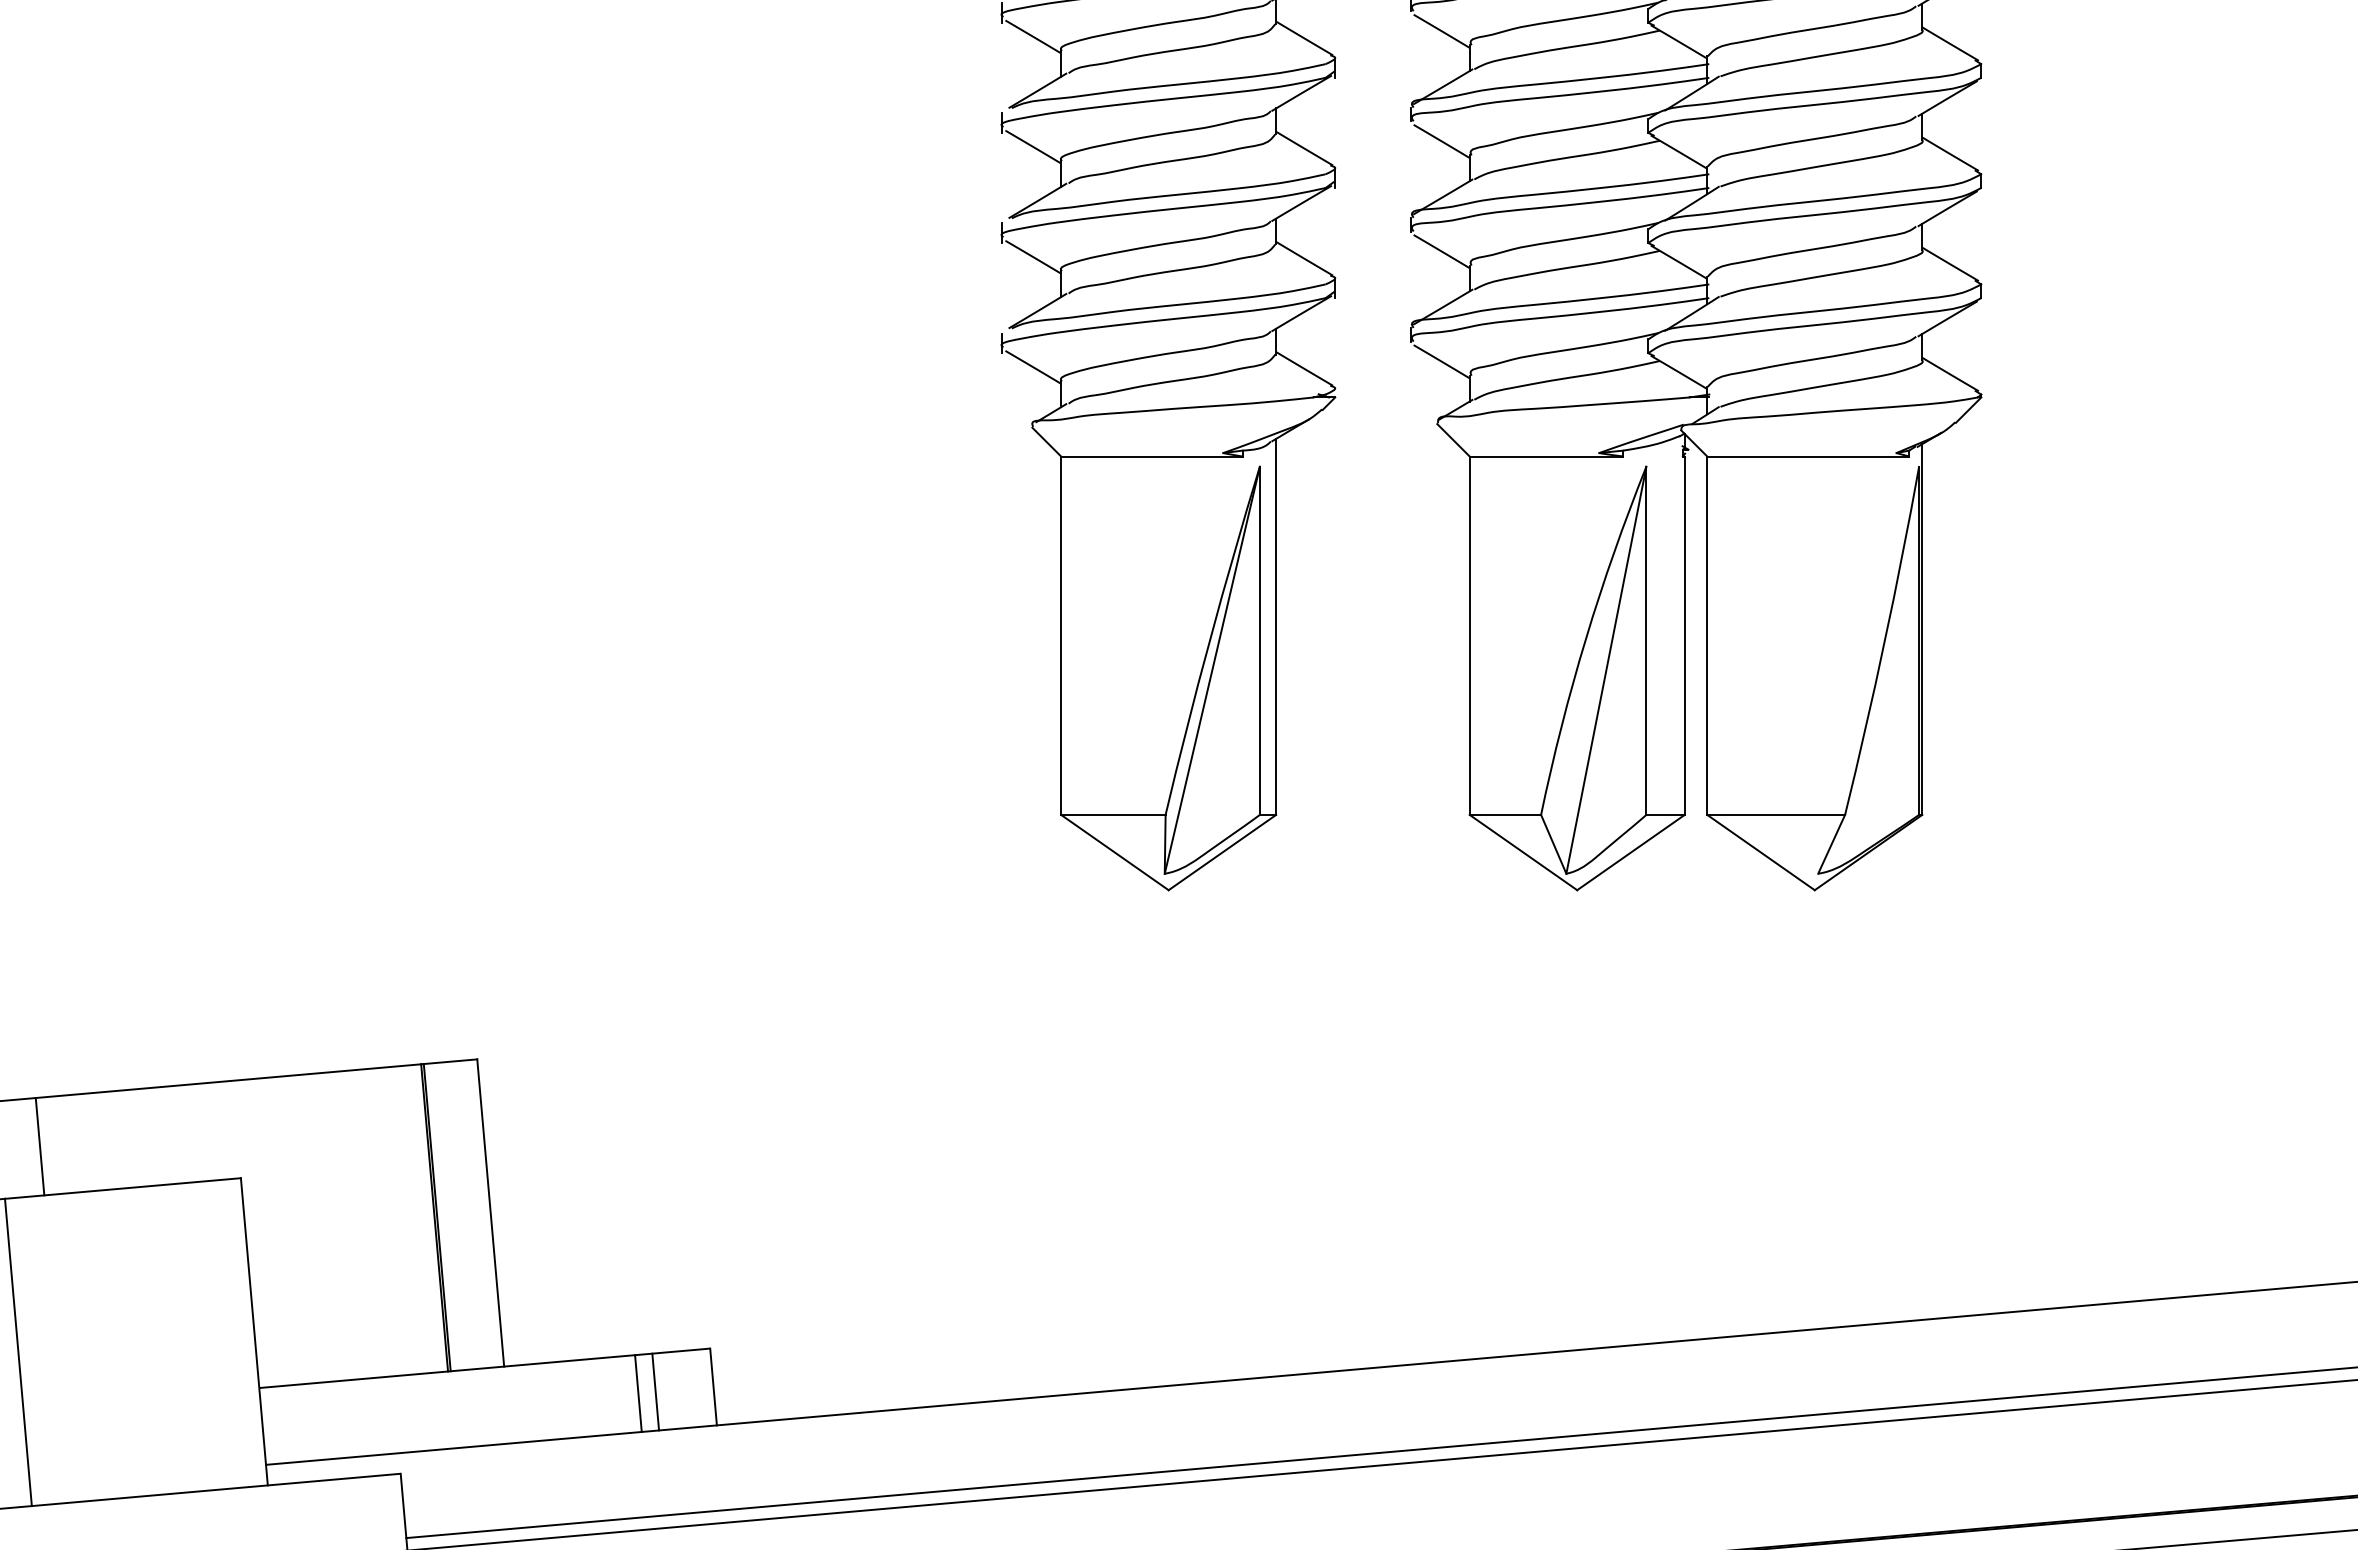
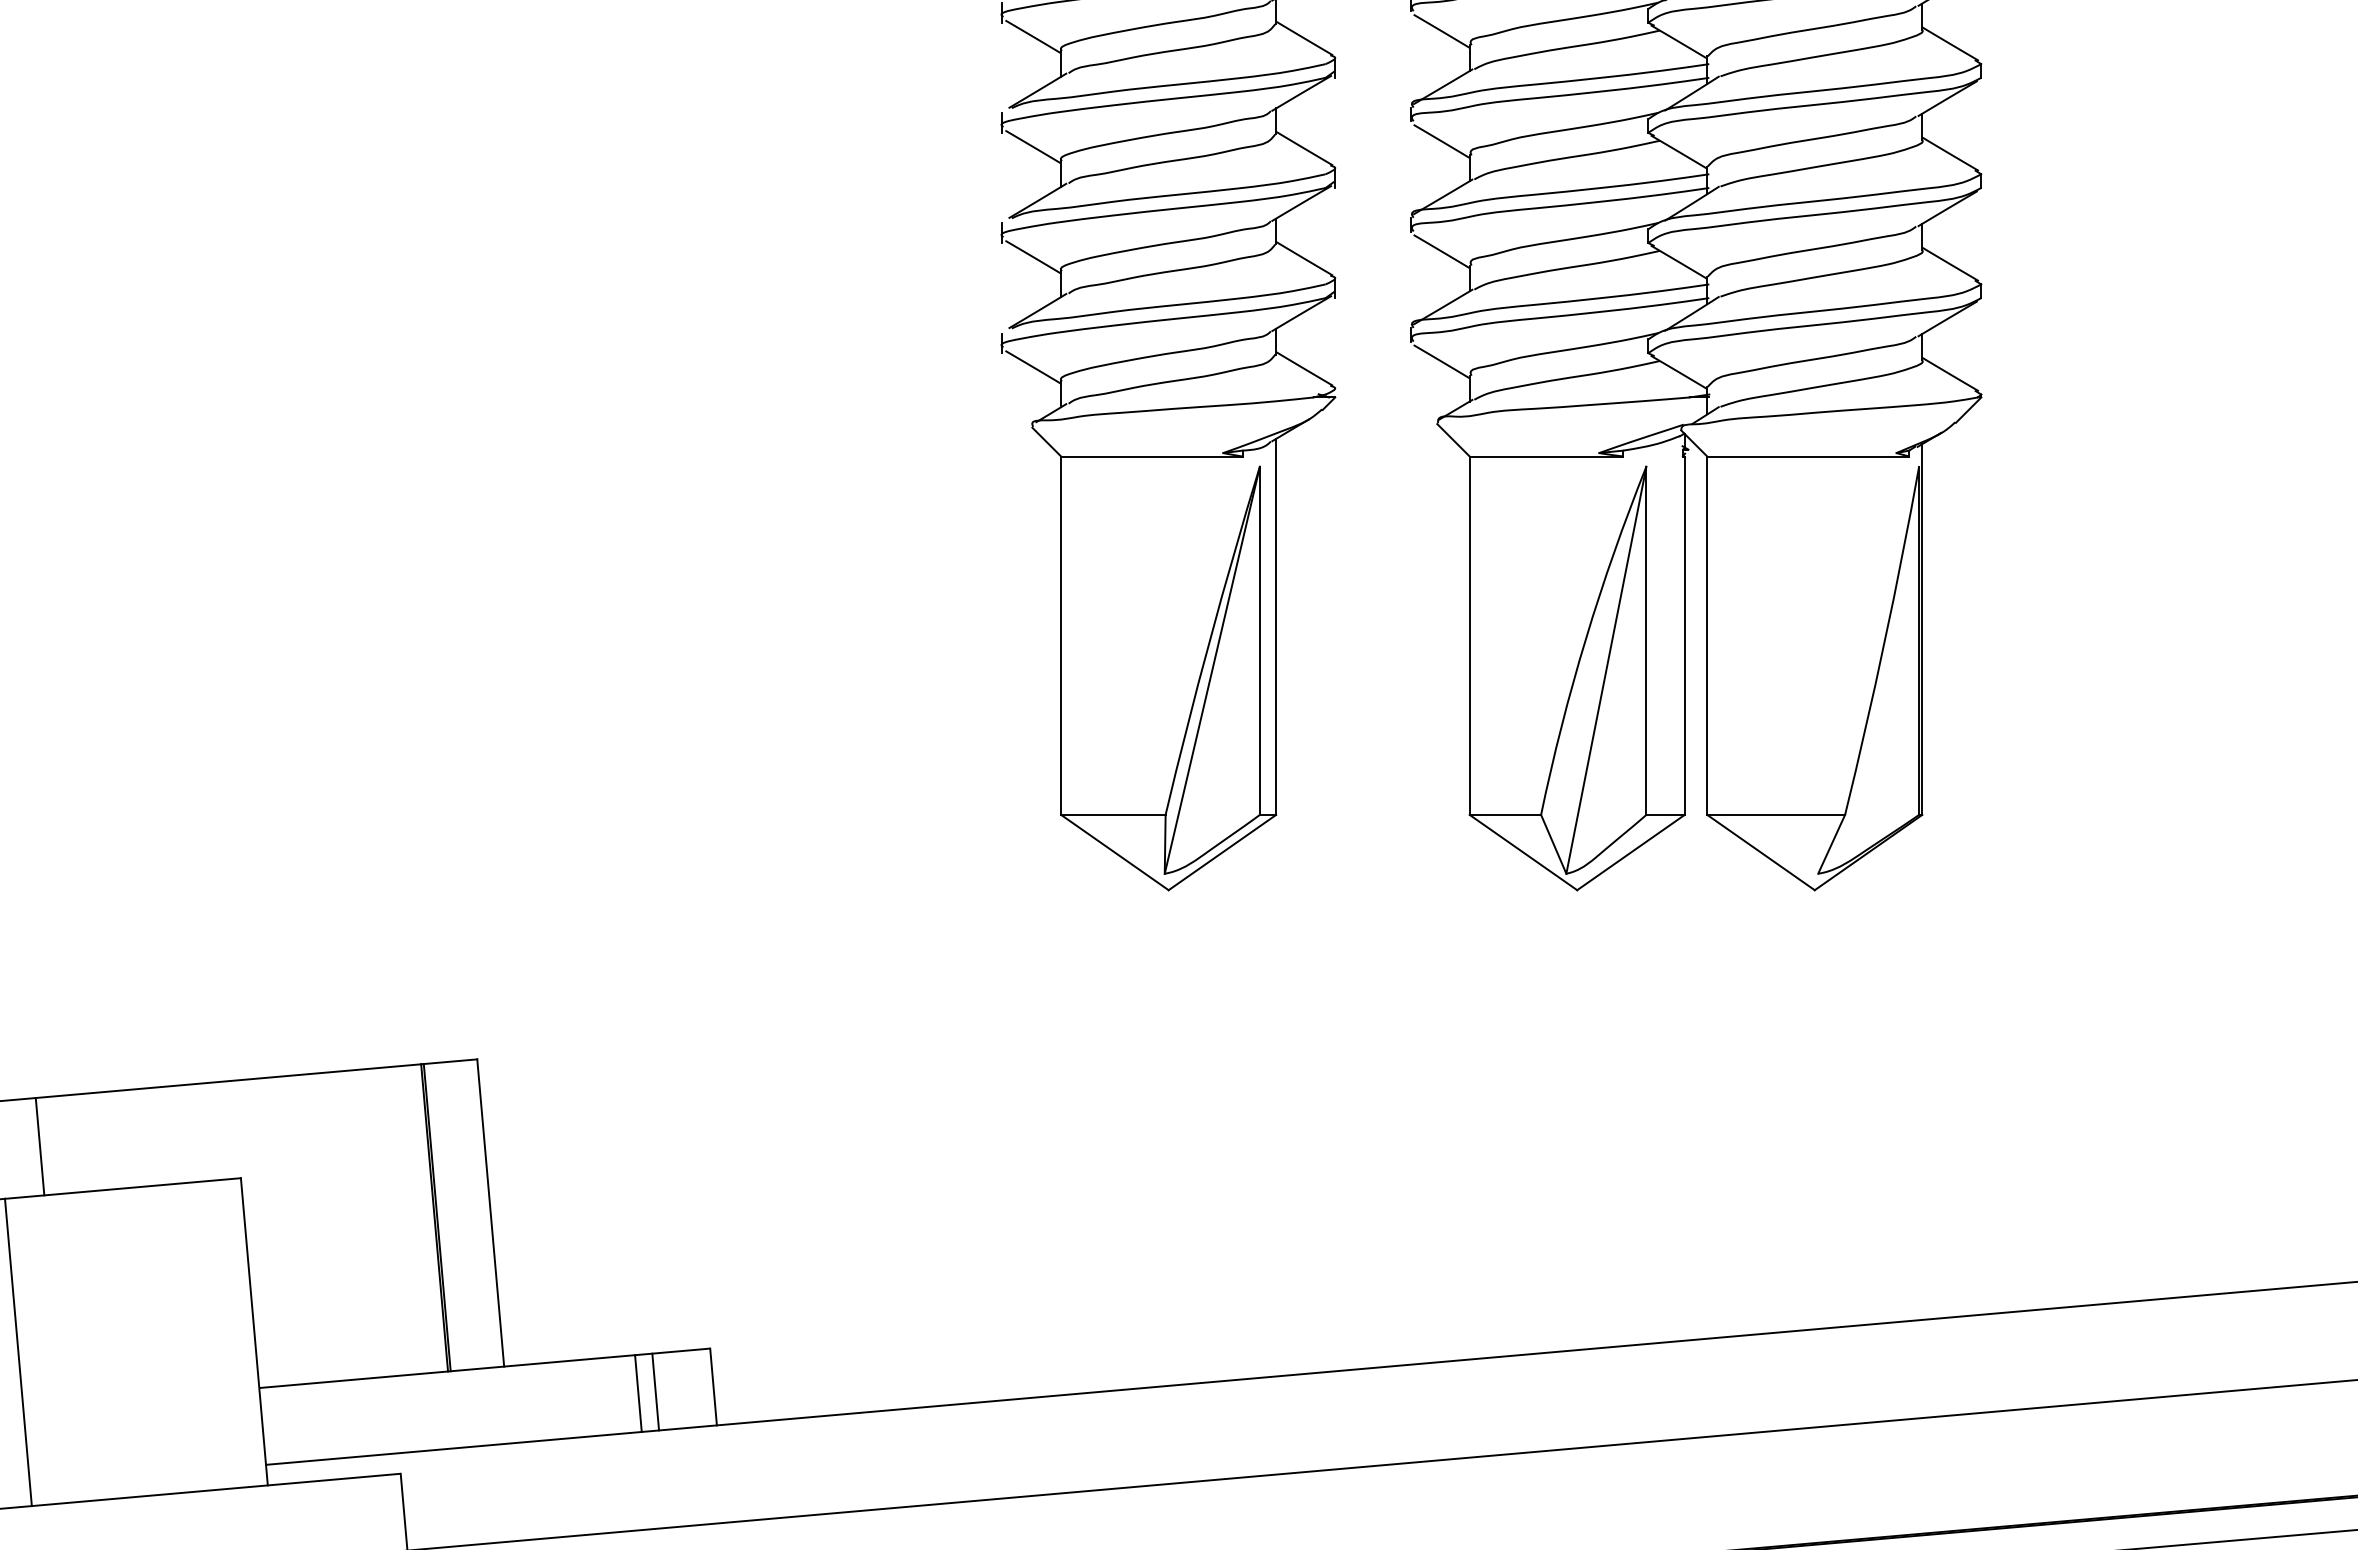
line at (1380, 1452): present -> none
